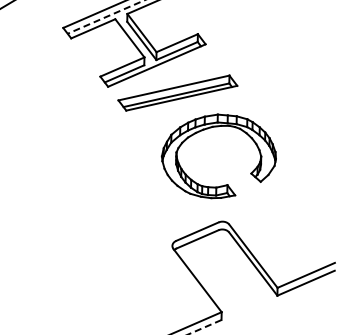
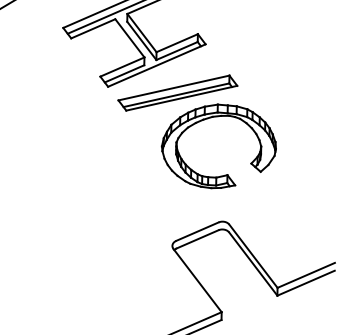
line at (105, 17): dashed -> solid
part at (224, 184) position: (224, 184) -> (224, 174)
line at (204, 327): dashed -> solid
